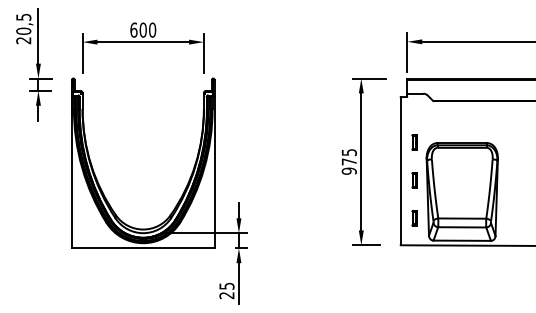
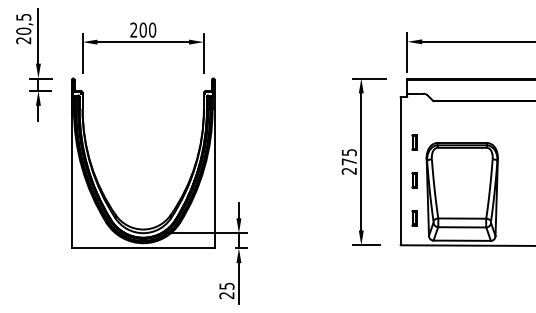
text at (133, 29): 600 -> 200
text at (348, 170): 975 -> 275
